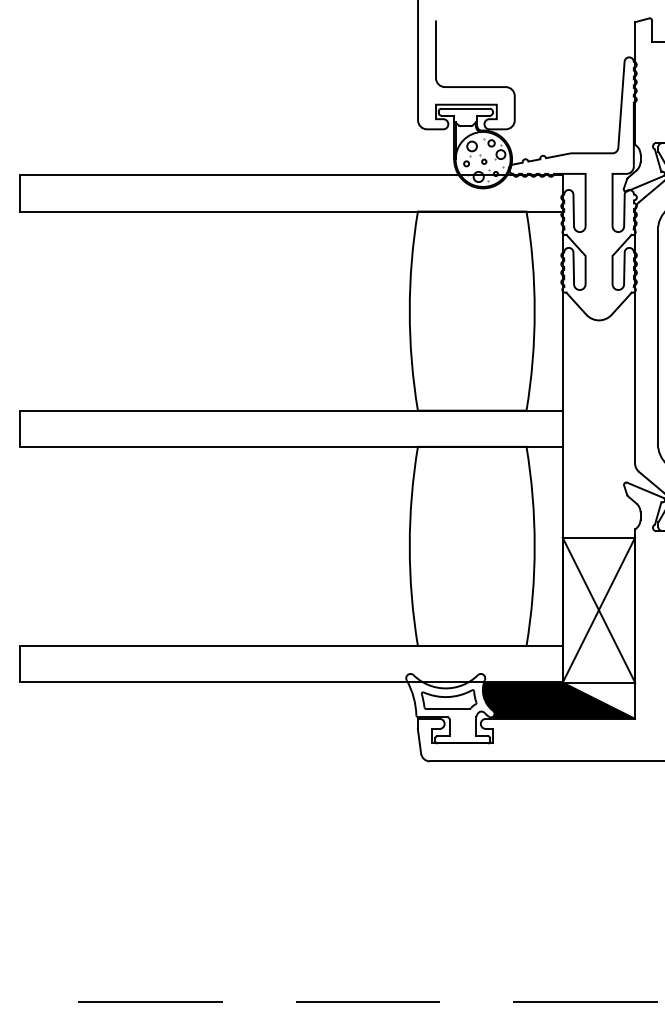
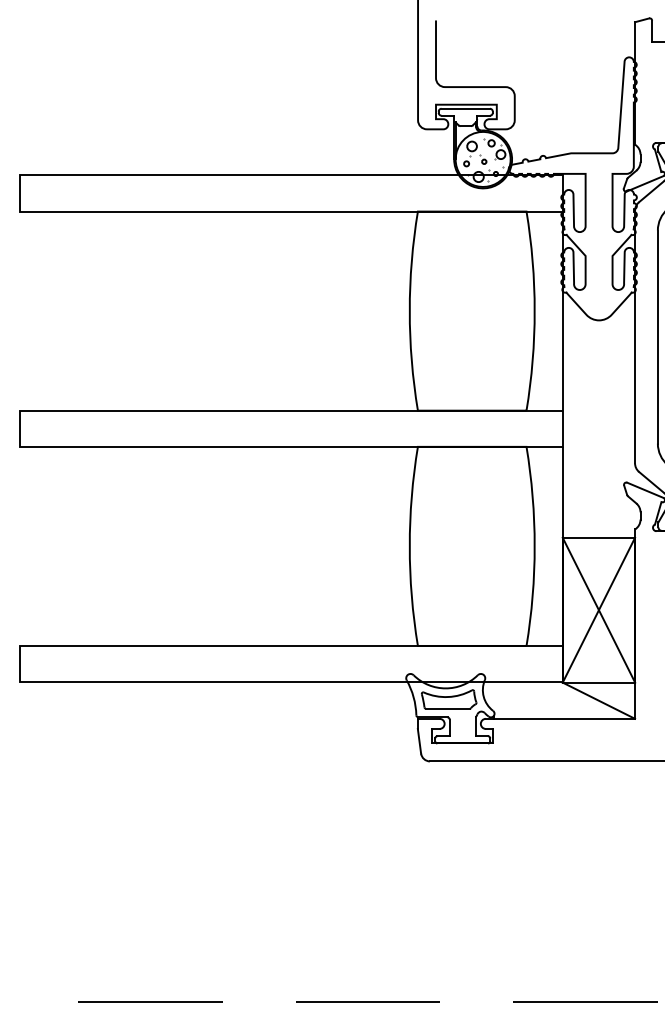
fill at (558, 700): present -> none
